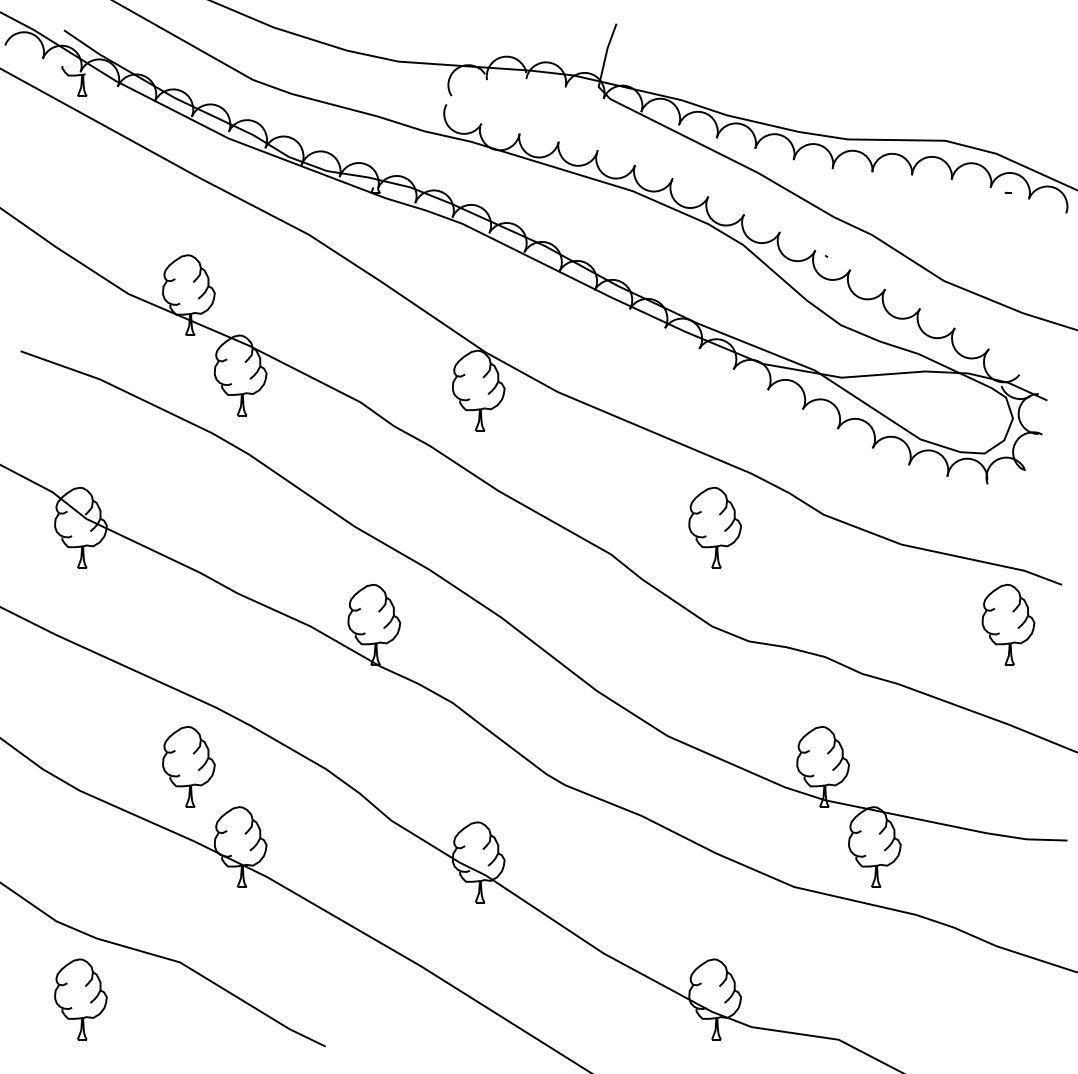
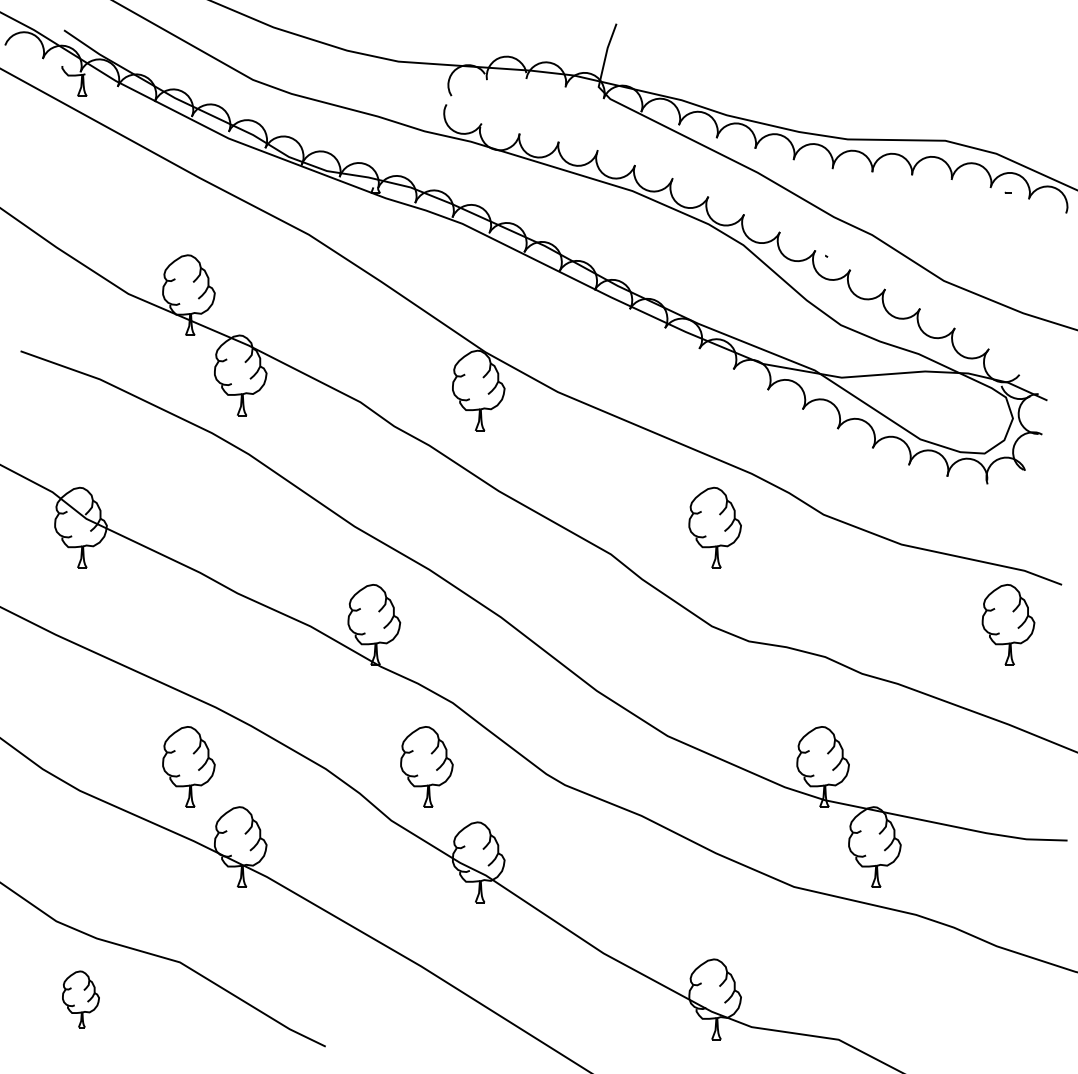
part at (426, 766): none -> present
part at (80, 999) size: 54x83 px -> 38x59 px
